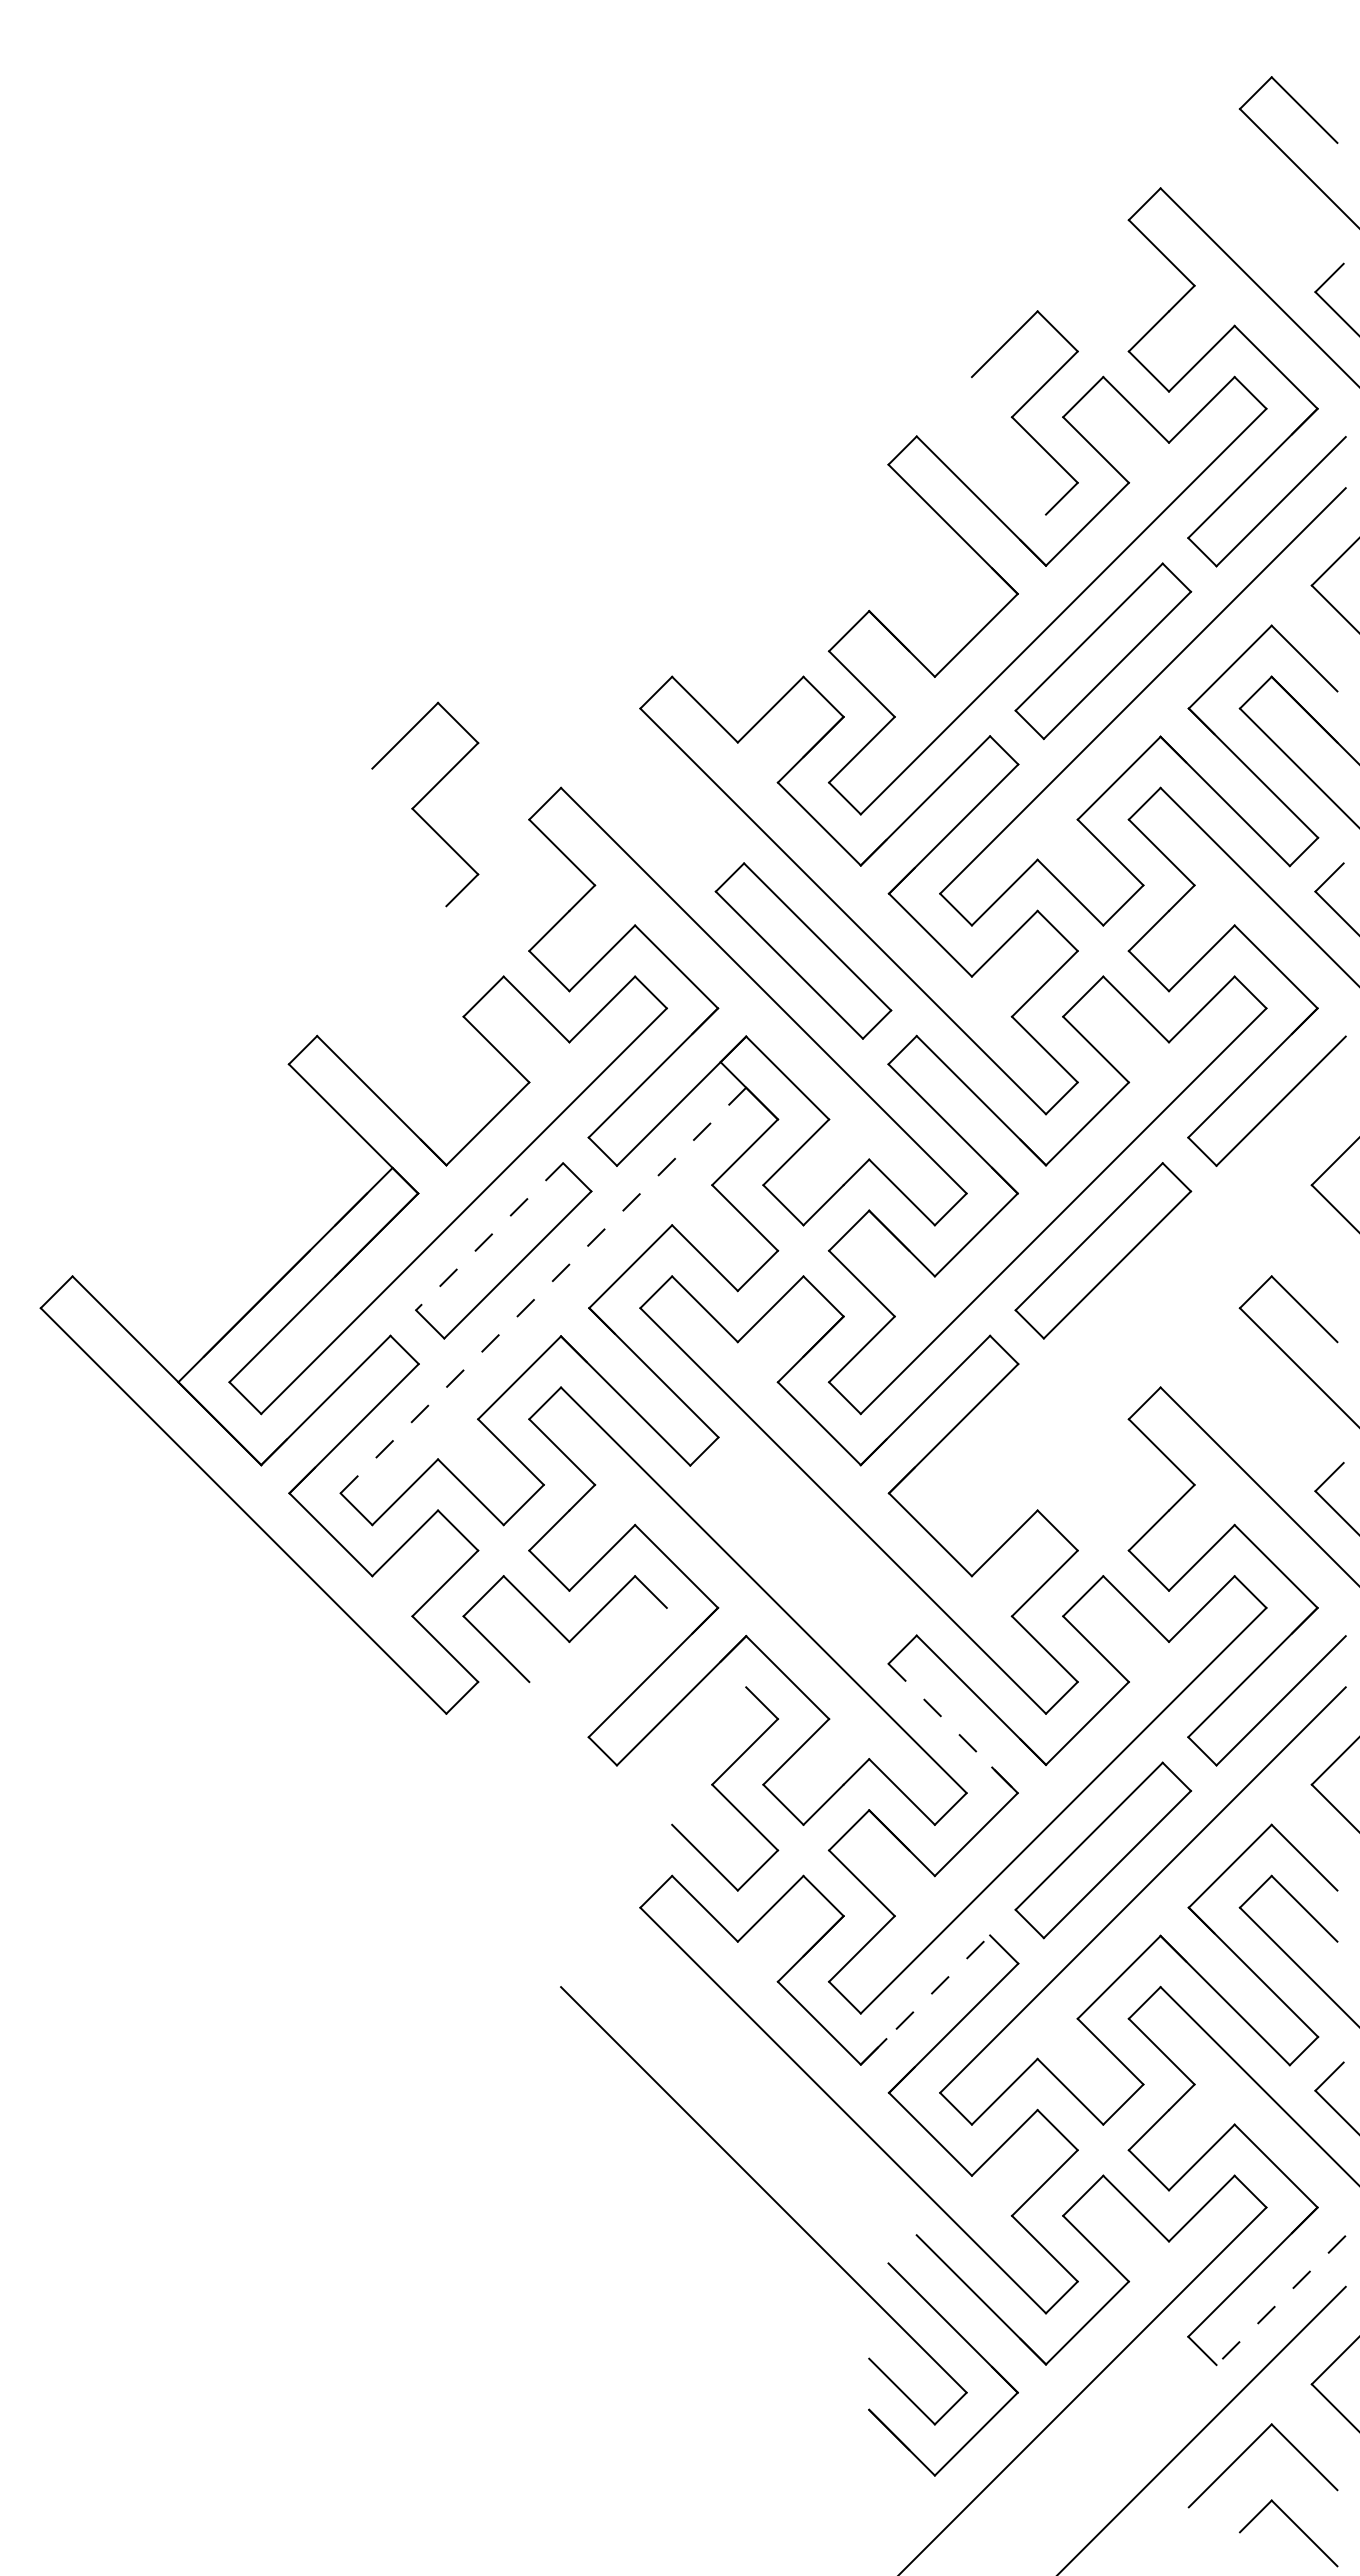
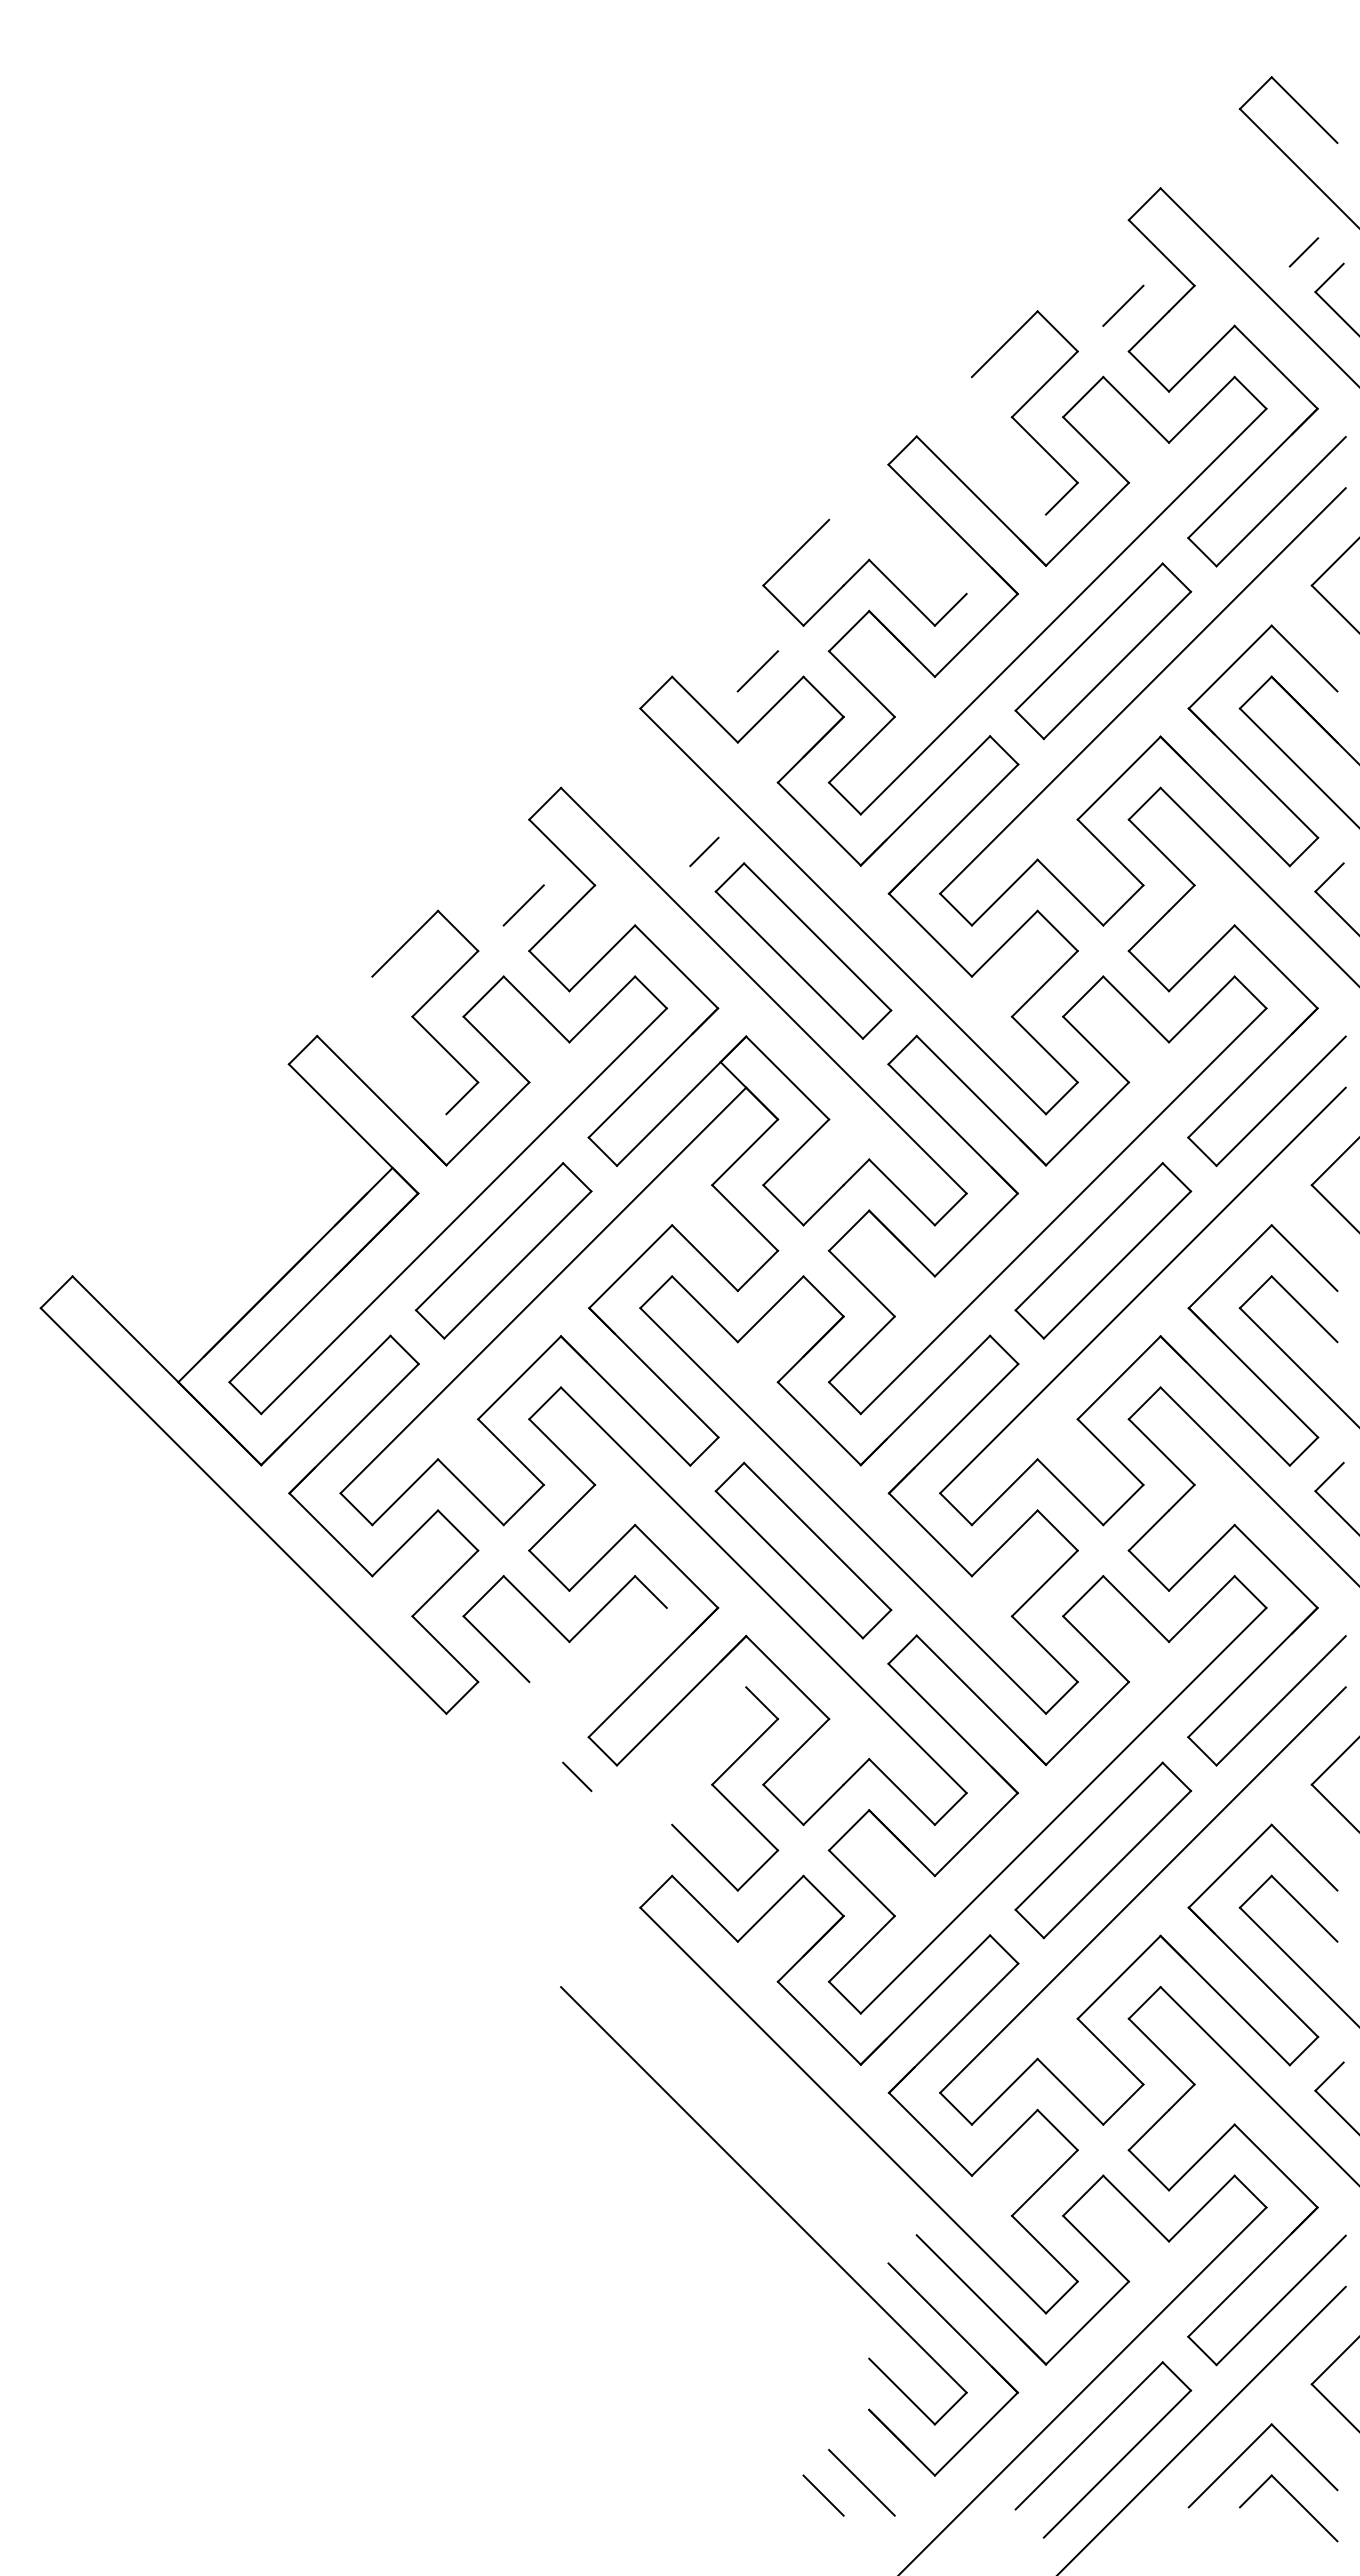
line at (1303, 252): none -> present
line at (1123, 305): none -> present
part at (864, 572): none -> present
line at (757, 671): none -> present
part at (425, 804) position: (425, 804) -> (425, 1012)
line at (704, 851): none -> present
line at (523, 905): none -> present
line at (489, 1236): dashed -> solid
line at (543, 1290): dashed -> solid
part at (1135, 1299): none -> present
part at (803, 1550): none -> present
line at (953, 1728): dashed -> solid
line at (577, 1776): none -> present
line at (925, 1999): dashed -> solid
line at (1280, 2300): dashed -> solid
part at (1090, 2435): none -> present
line at (861, 2482): none -> present
line at (823, 2495): none -> present
part at (1295, 2525) position: (1295, 2525) -> (1295, 2500)
